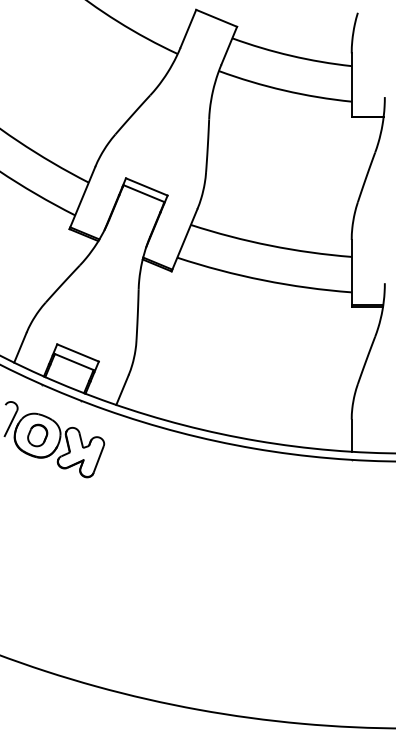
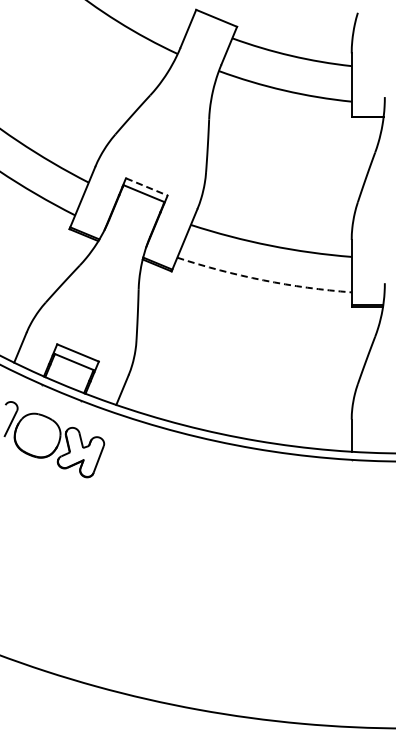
line at (146, 186): solid -> dashed
arc at (263, 280): solid -> dashed
part at (37, 435): present -> none
